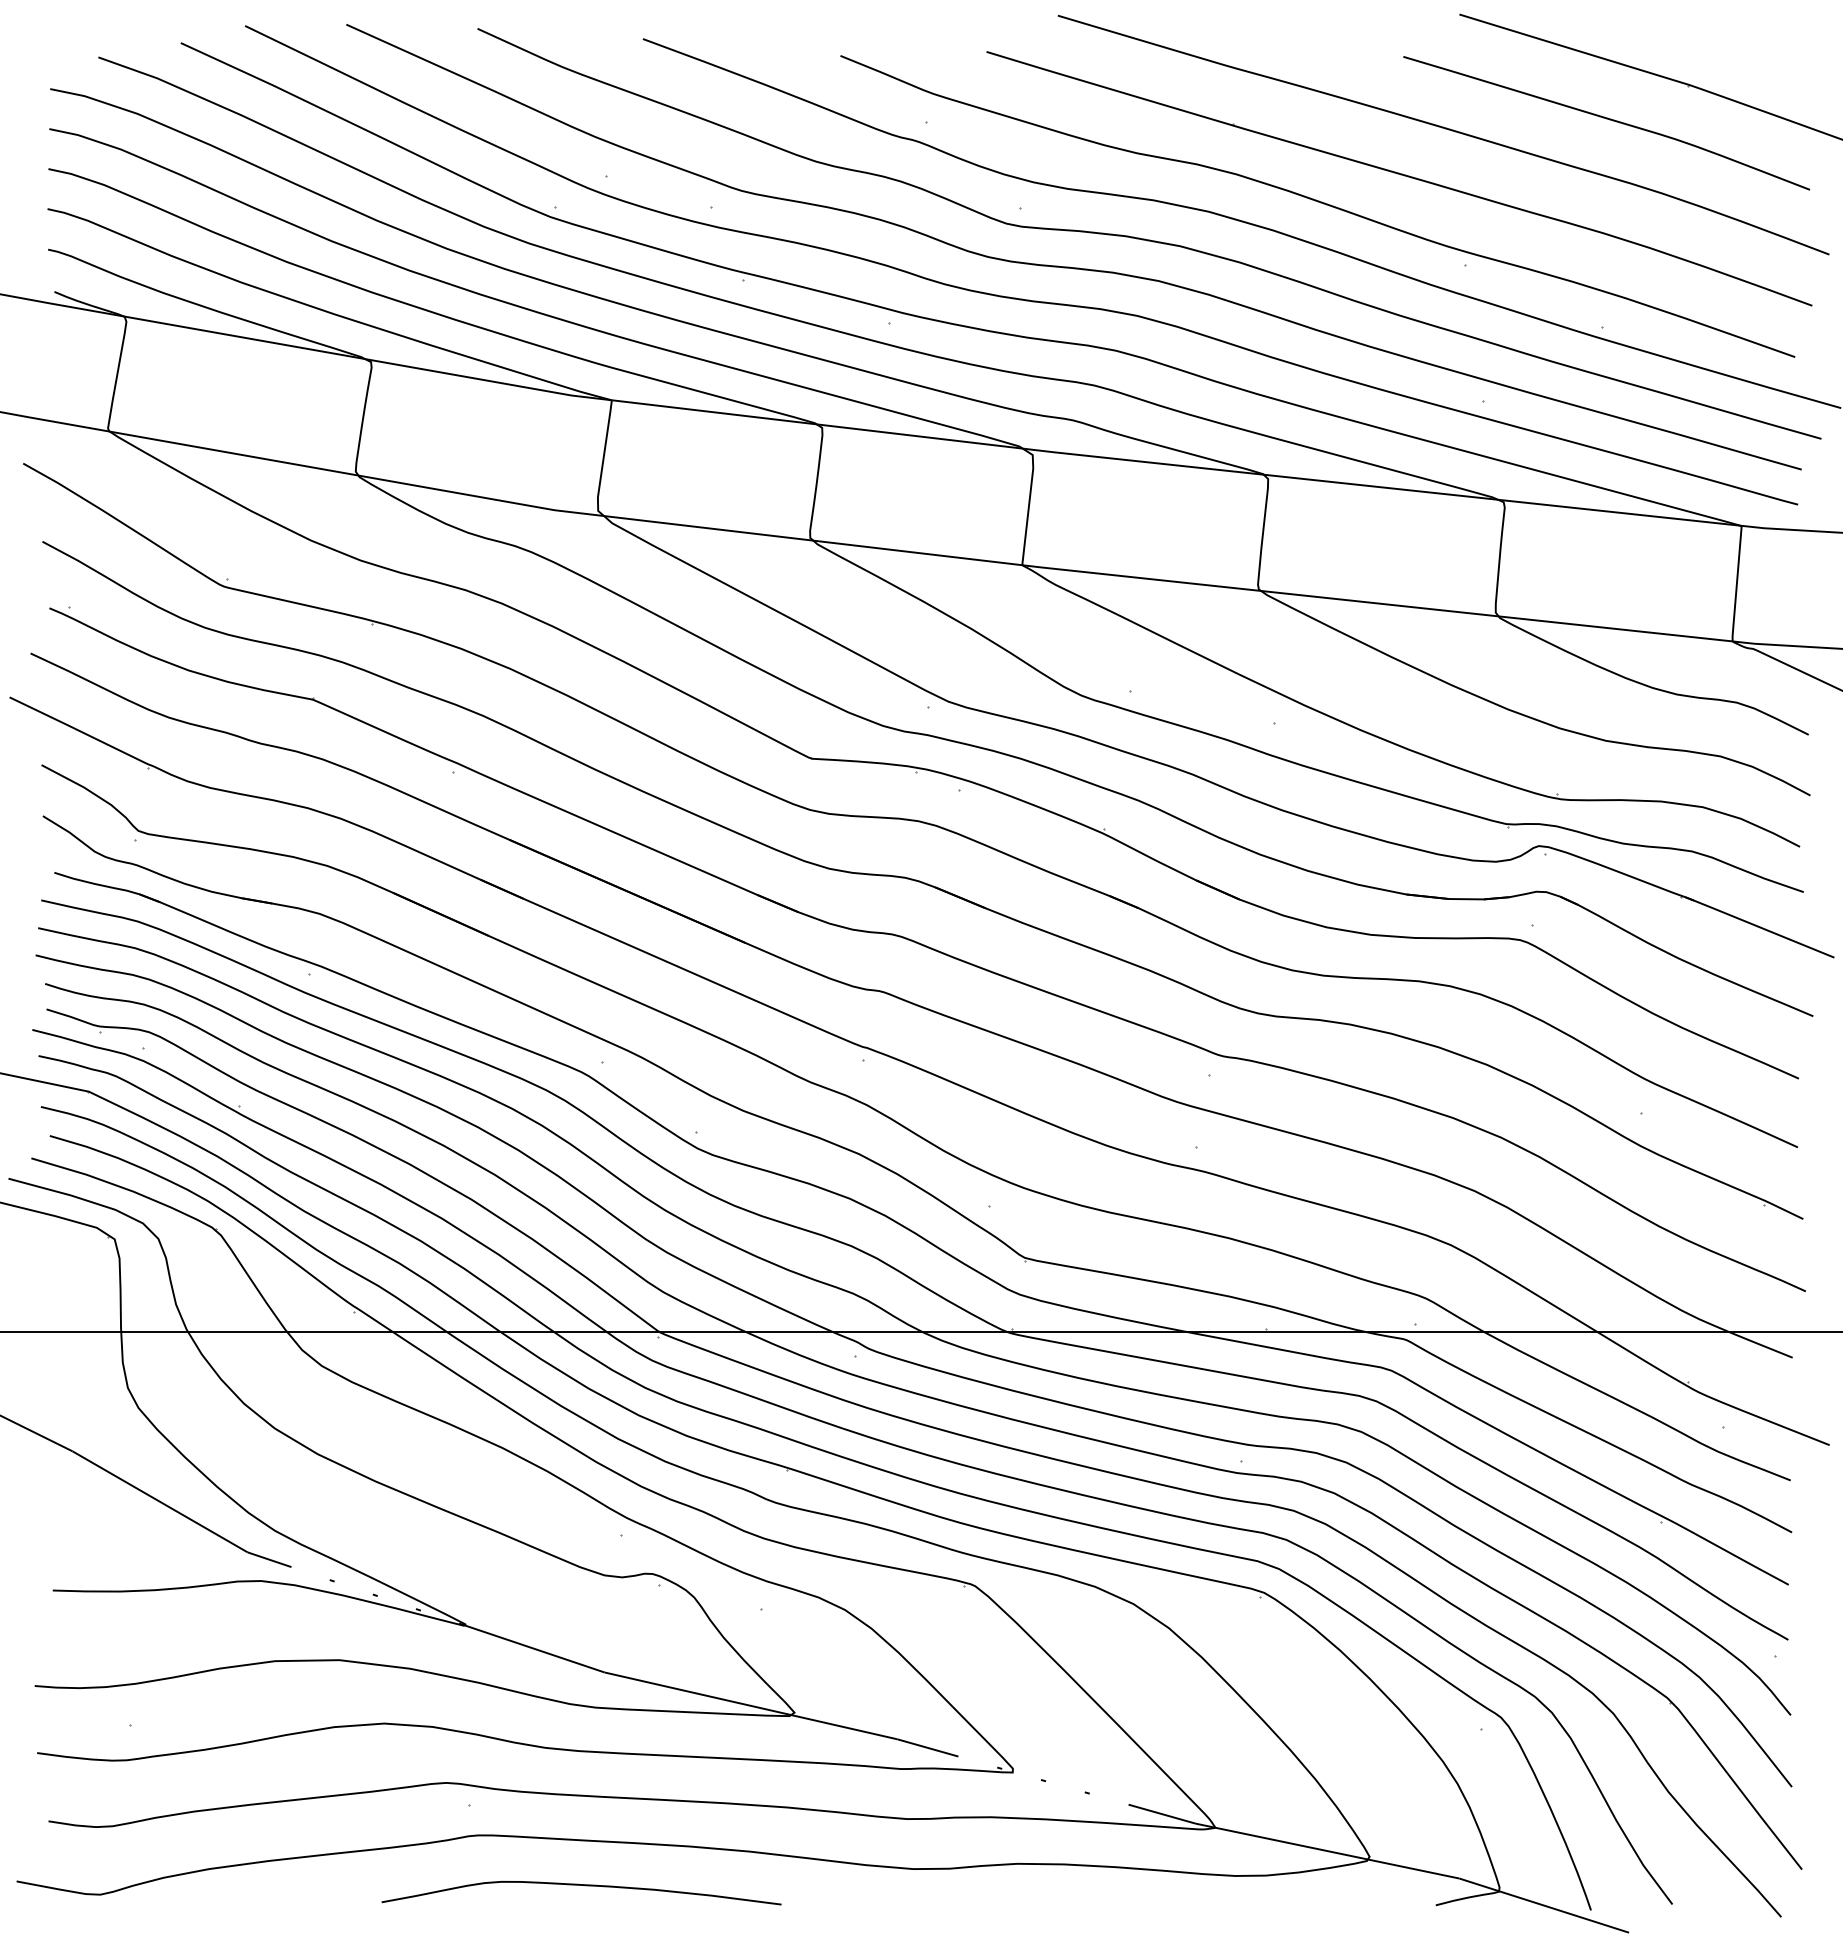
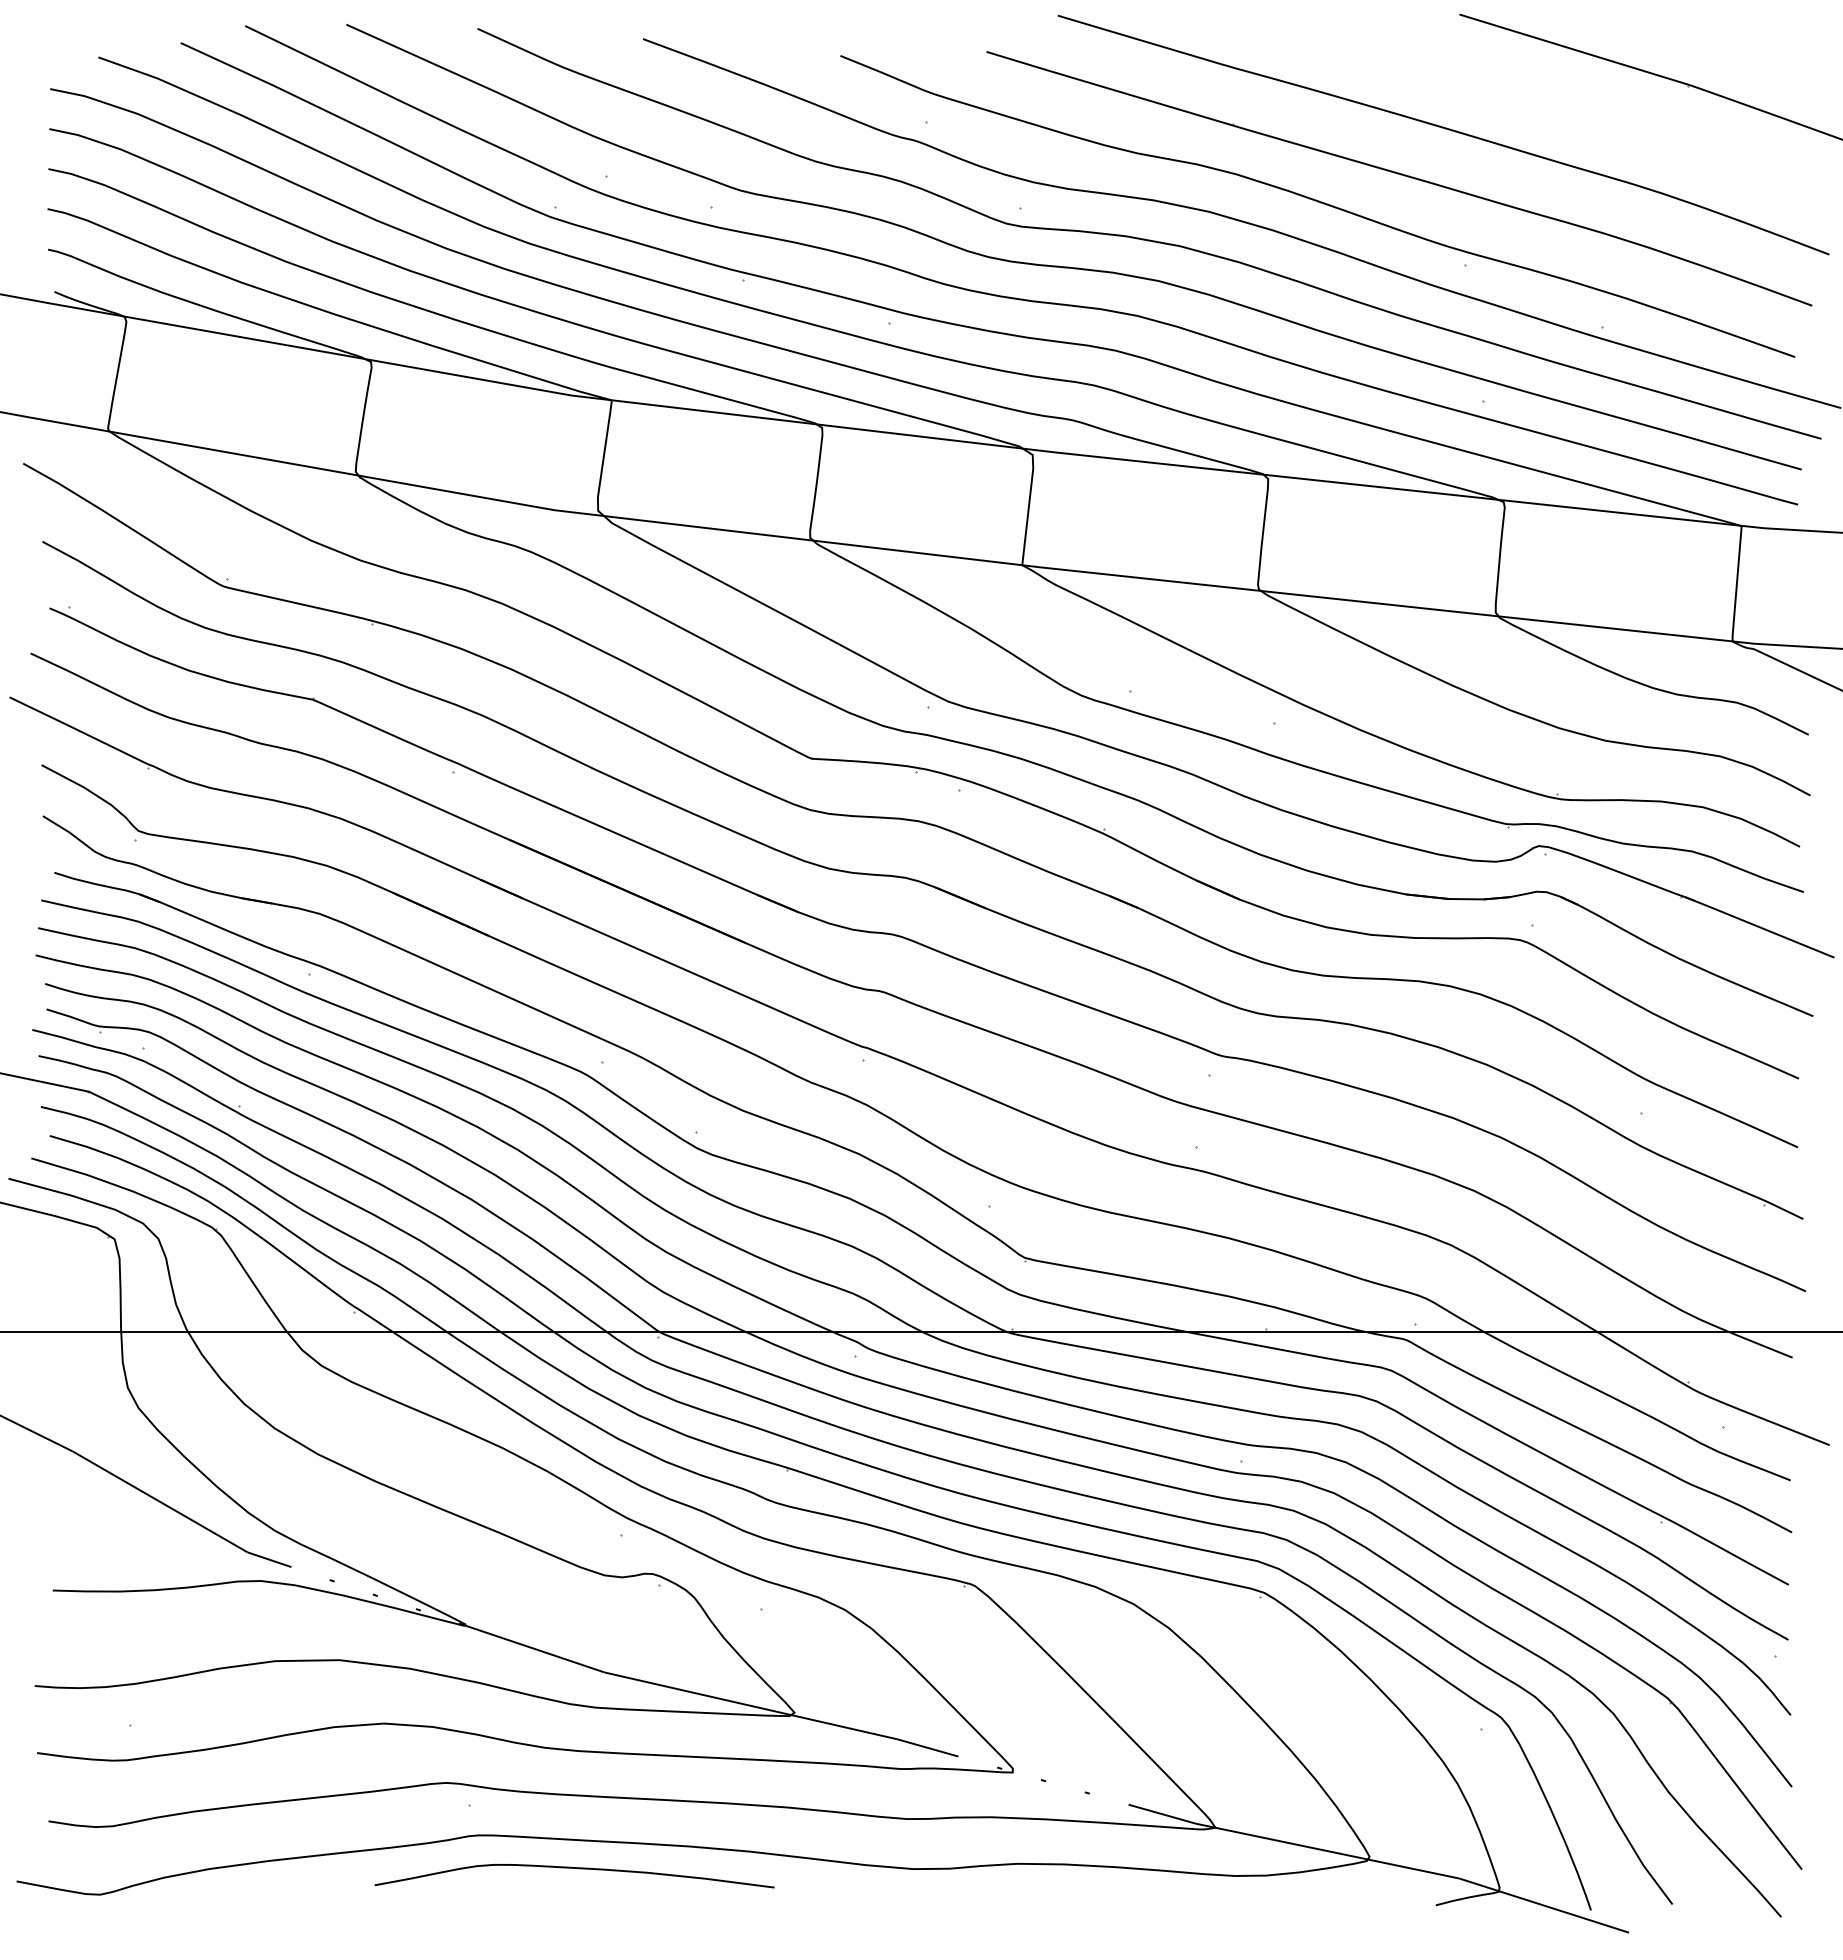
curve at (1606, 119): present -> none
curve at (581, 1885) position: (581, 1885) -> (574, 1868)
